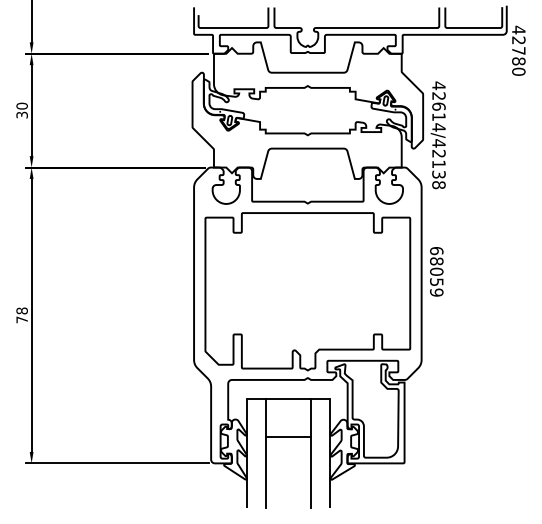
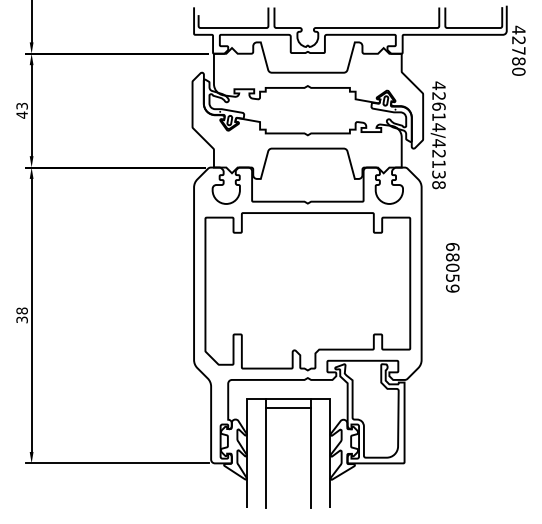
text at (21, 110): 30 -> 43
text at (436, 271) position: (436, 271) -> (452, 267)
text at (21, 319): 78 -> 38
line at (288, 436) position: (288, 436) -> (288, 407)
